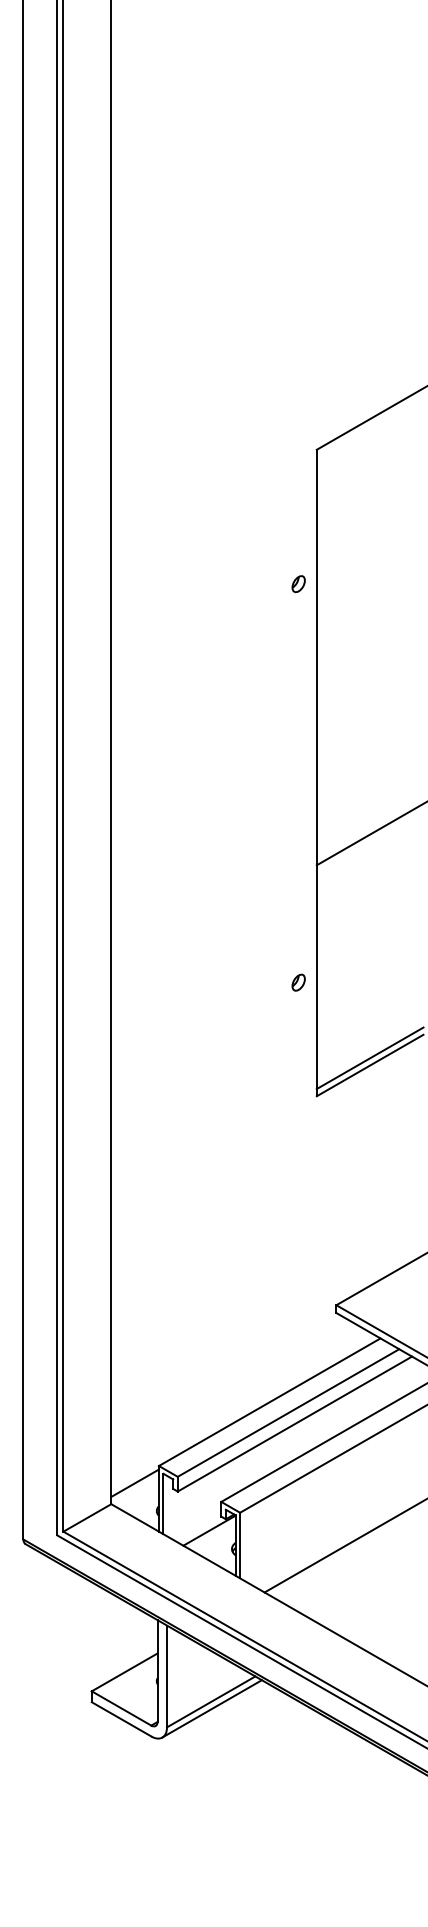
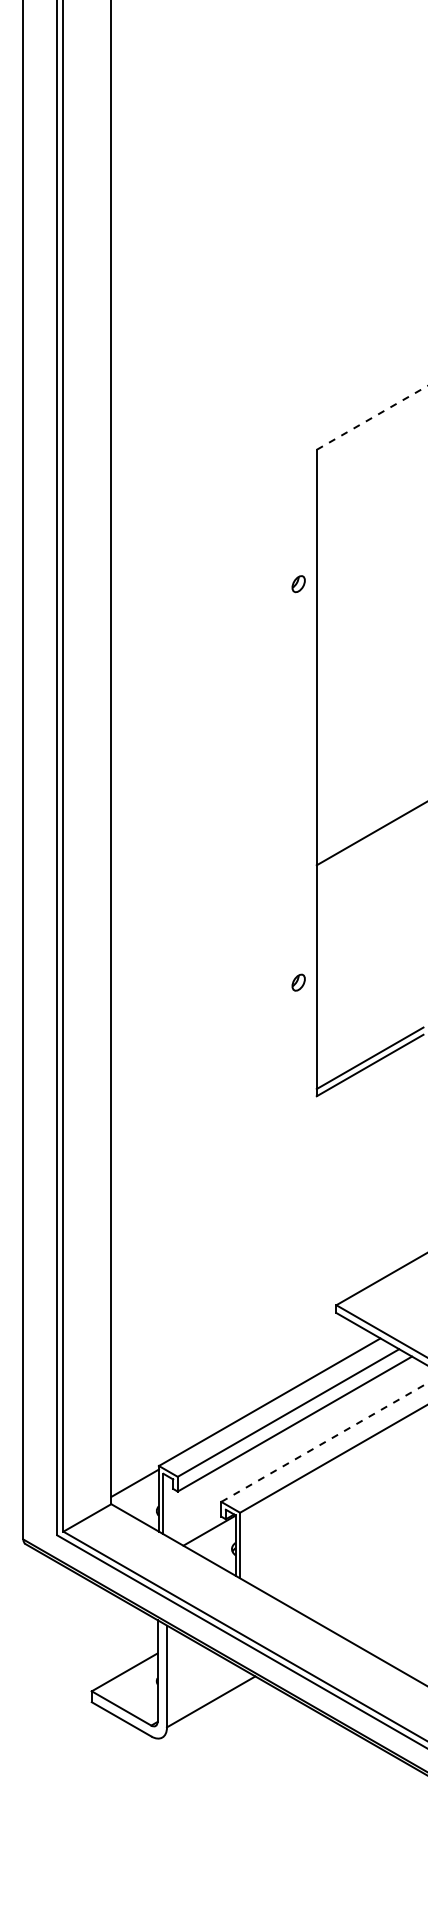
line at (372, 417): solid -> dashed
line at (324, 1442): solid -> dashed
line at (344, 1546): present -> none
line at (211, 1708): present -> none
